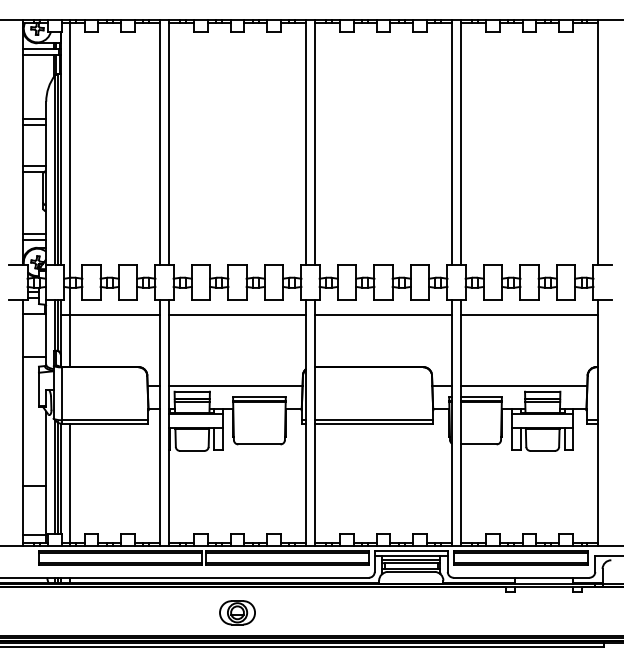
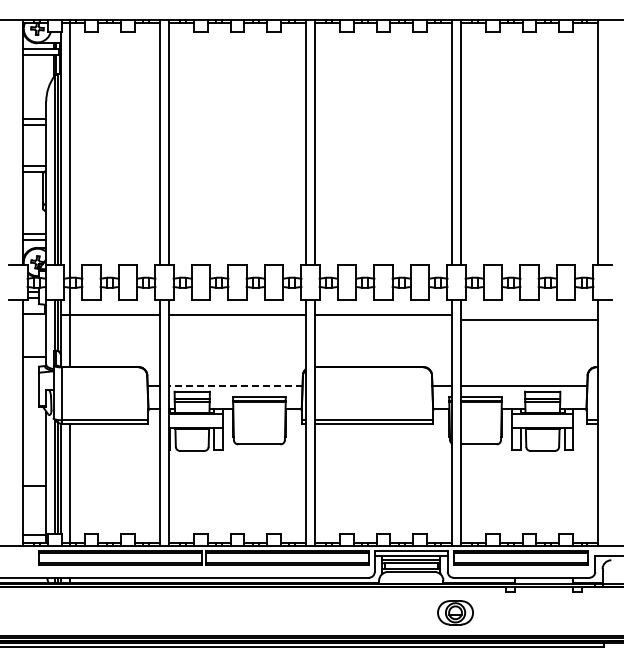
line at (529, 315) position: (529, 315) -> (529, 320)
line at (235, 386): solid -> dashed
part at (237, 612) position: (237, 612) -> (455, 612)
